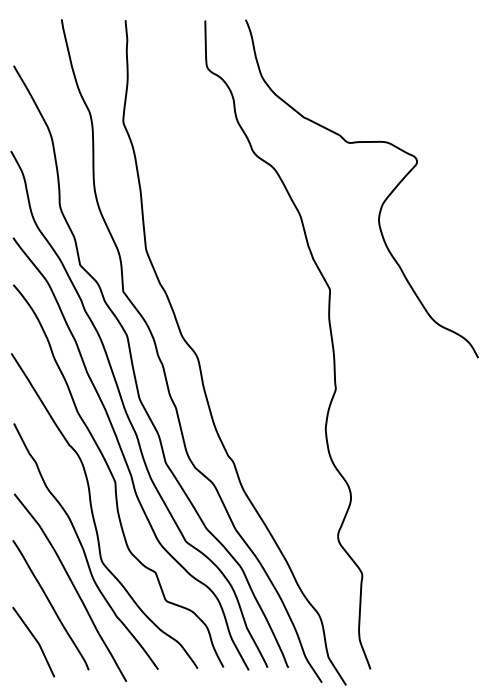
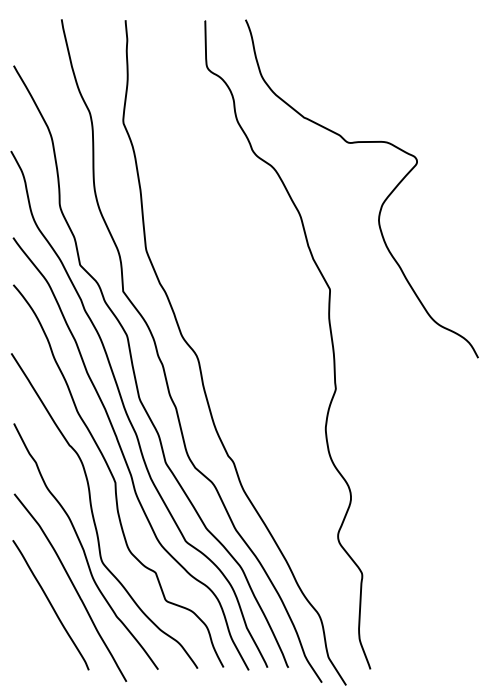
curve at (34, 639): present -> none
